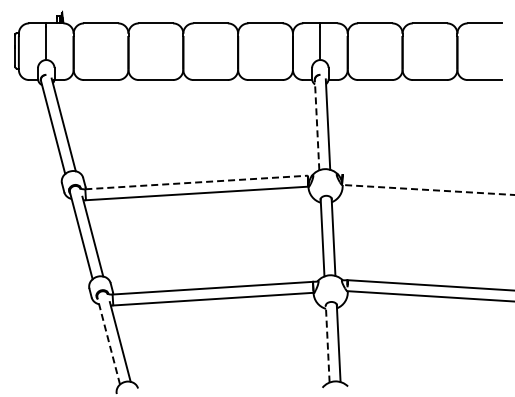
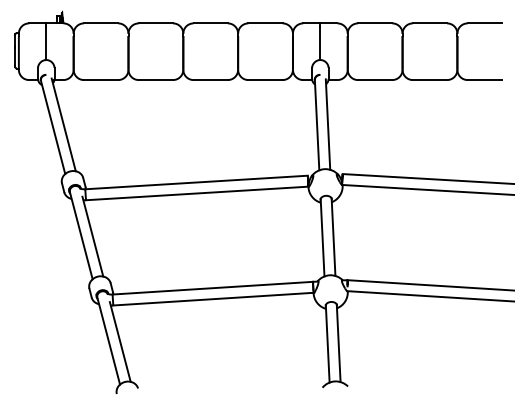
line at (317, 124): dashed -> solid
line at (426, 178): none -> present
line at (197, 182): dashed -> solid
line at (427, 189): dashed -> solid
line at (108, 339): dashed -> solid
line at (327, 343): dashed -> solid
